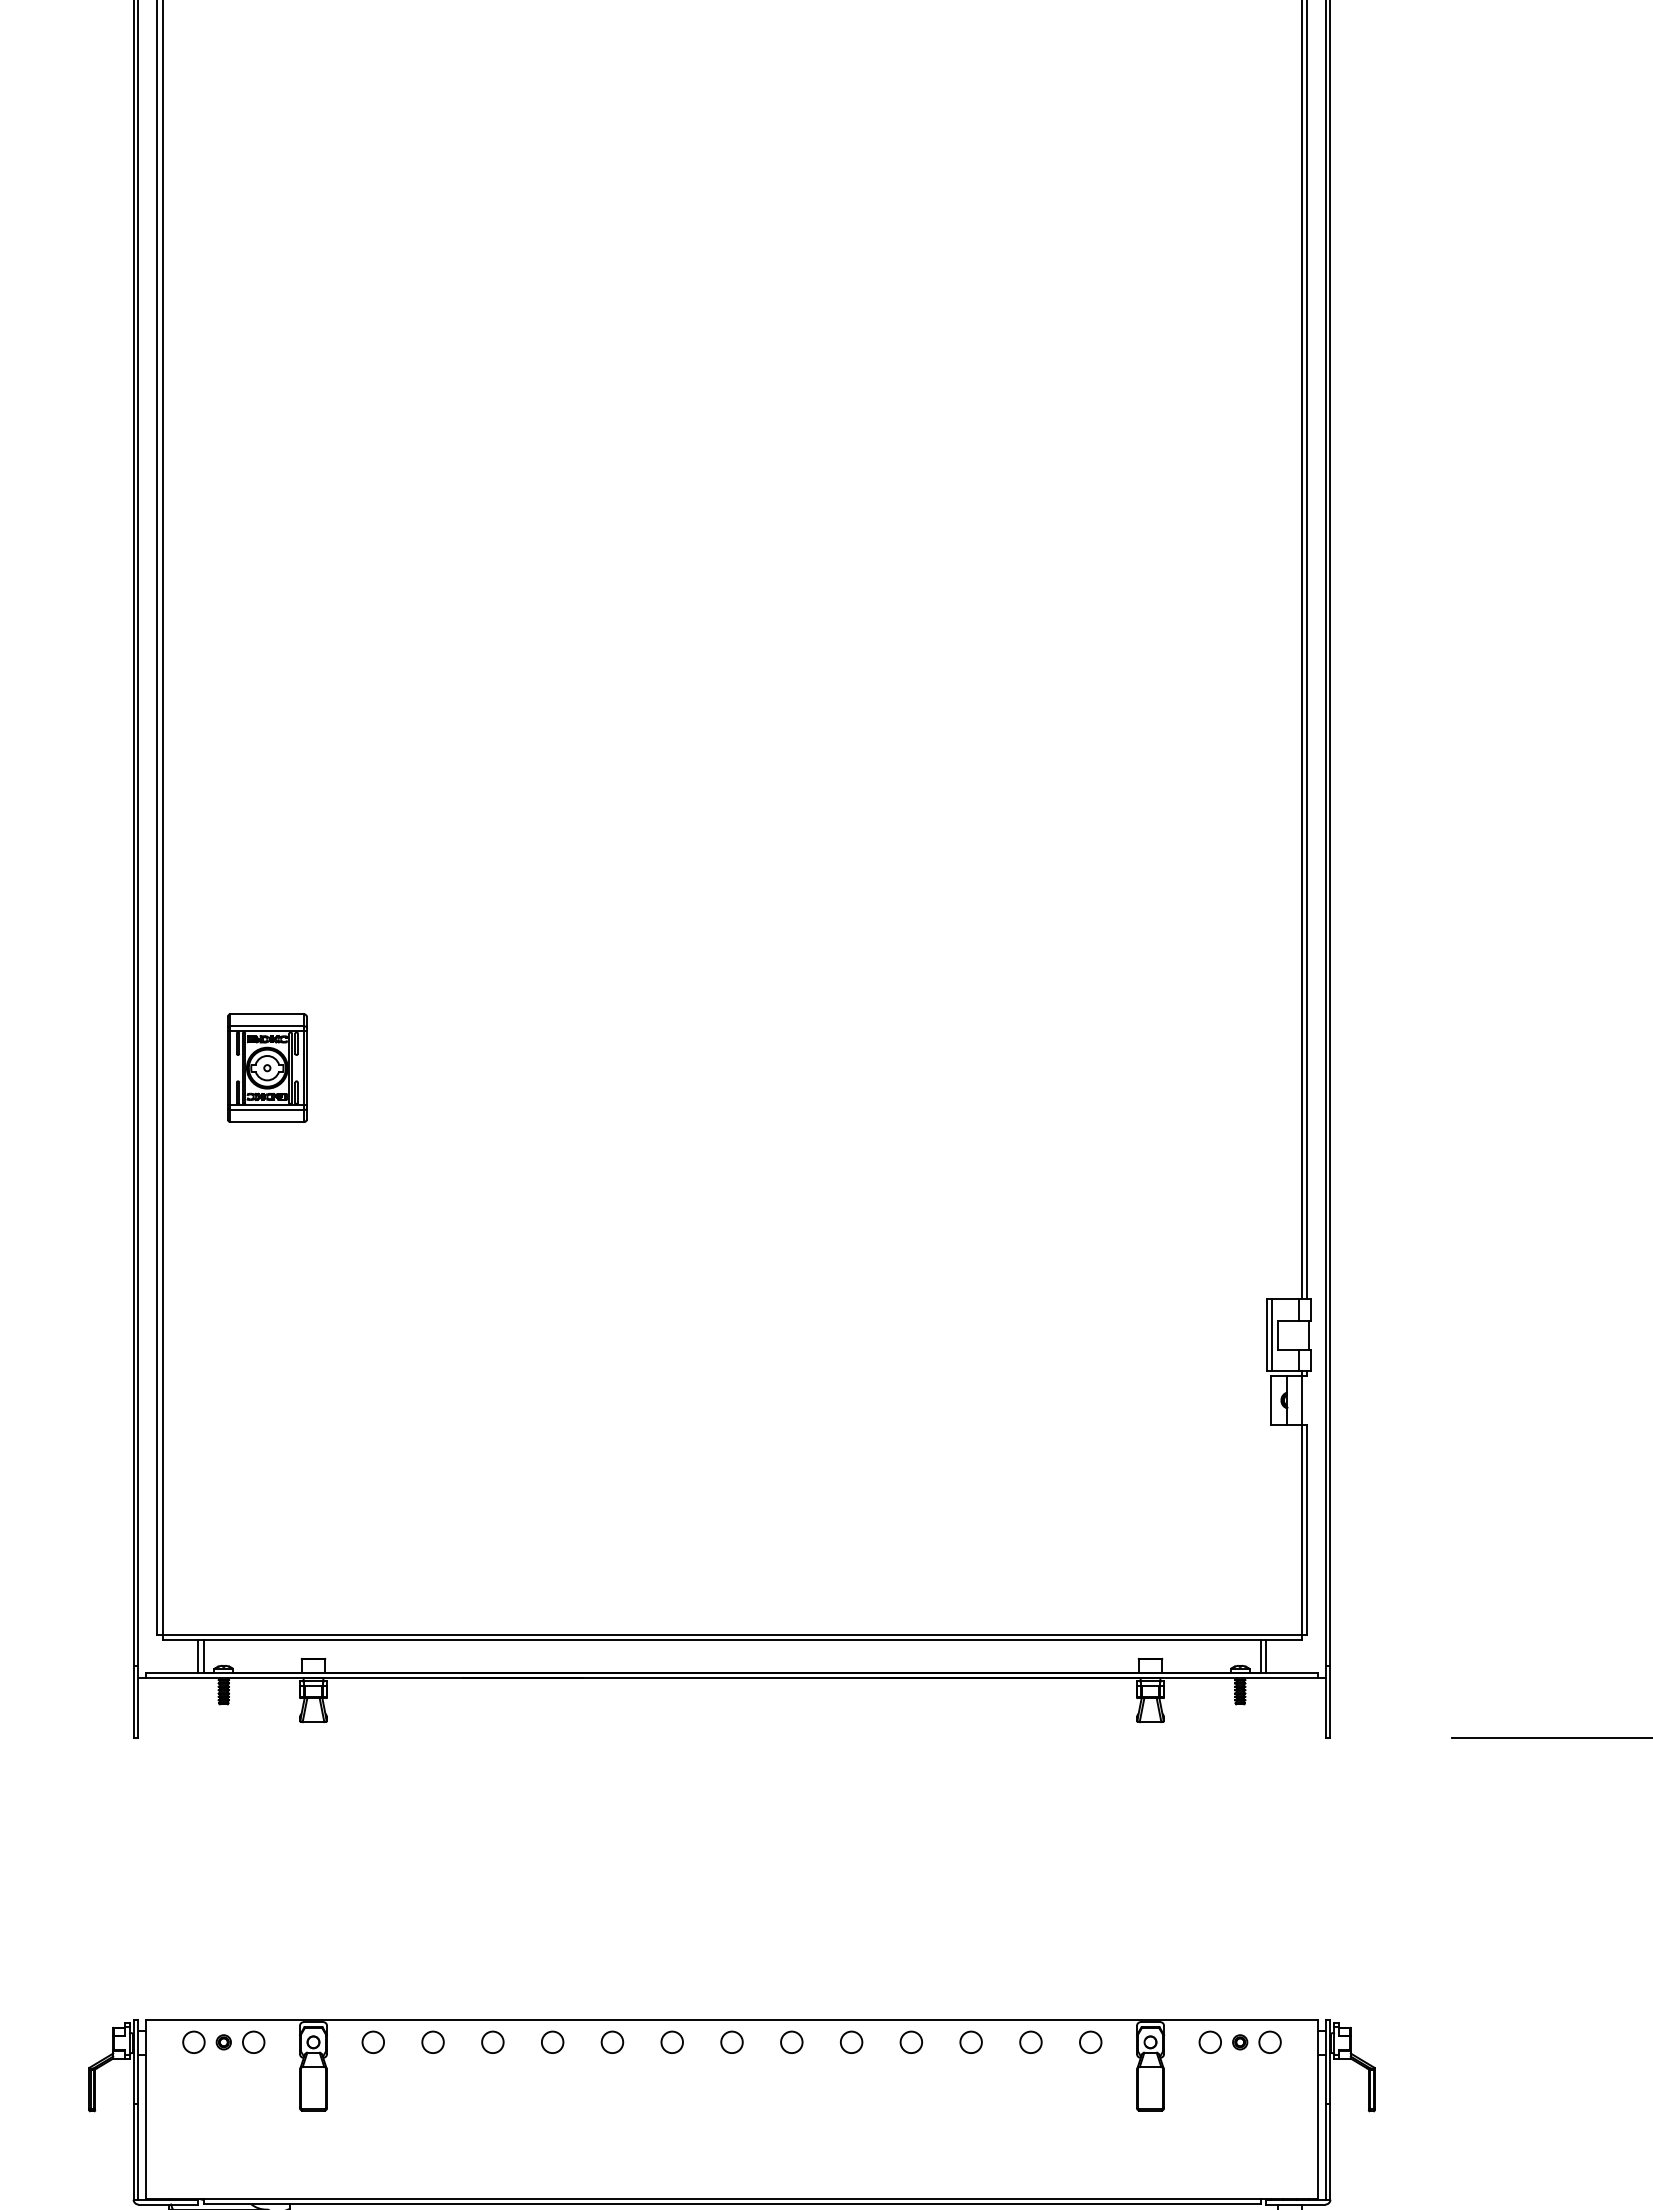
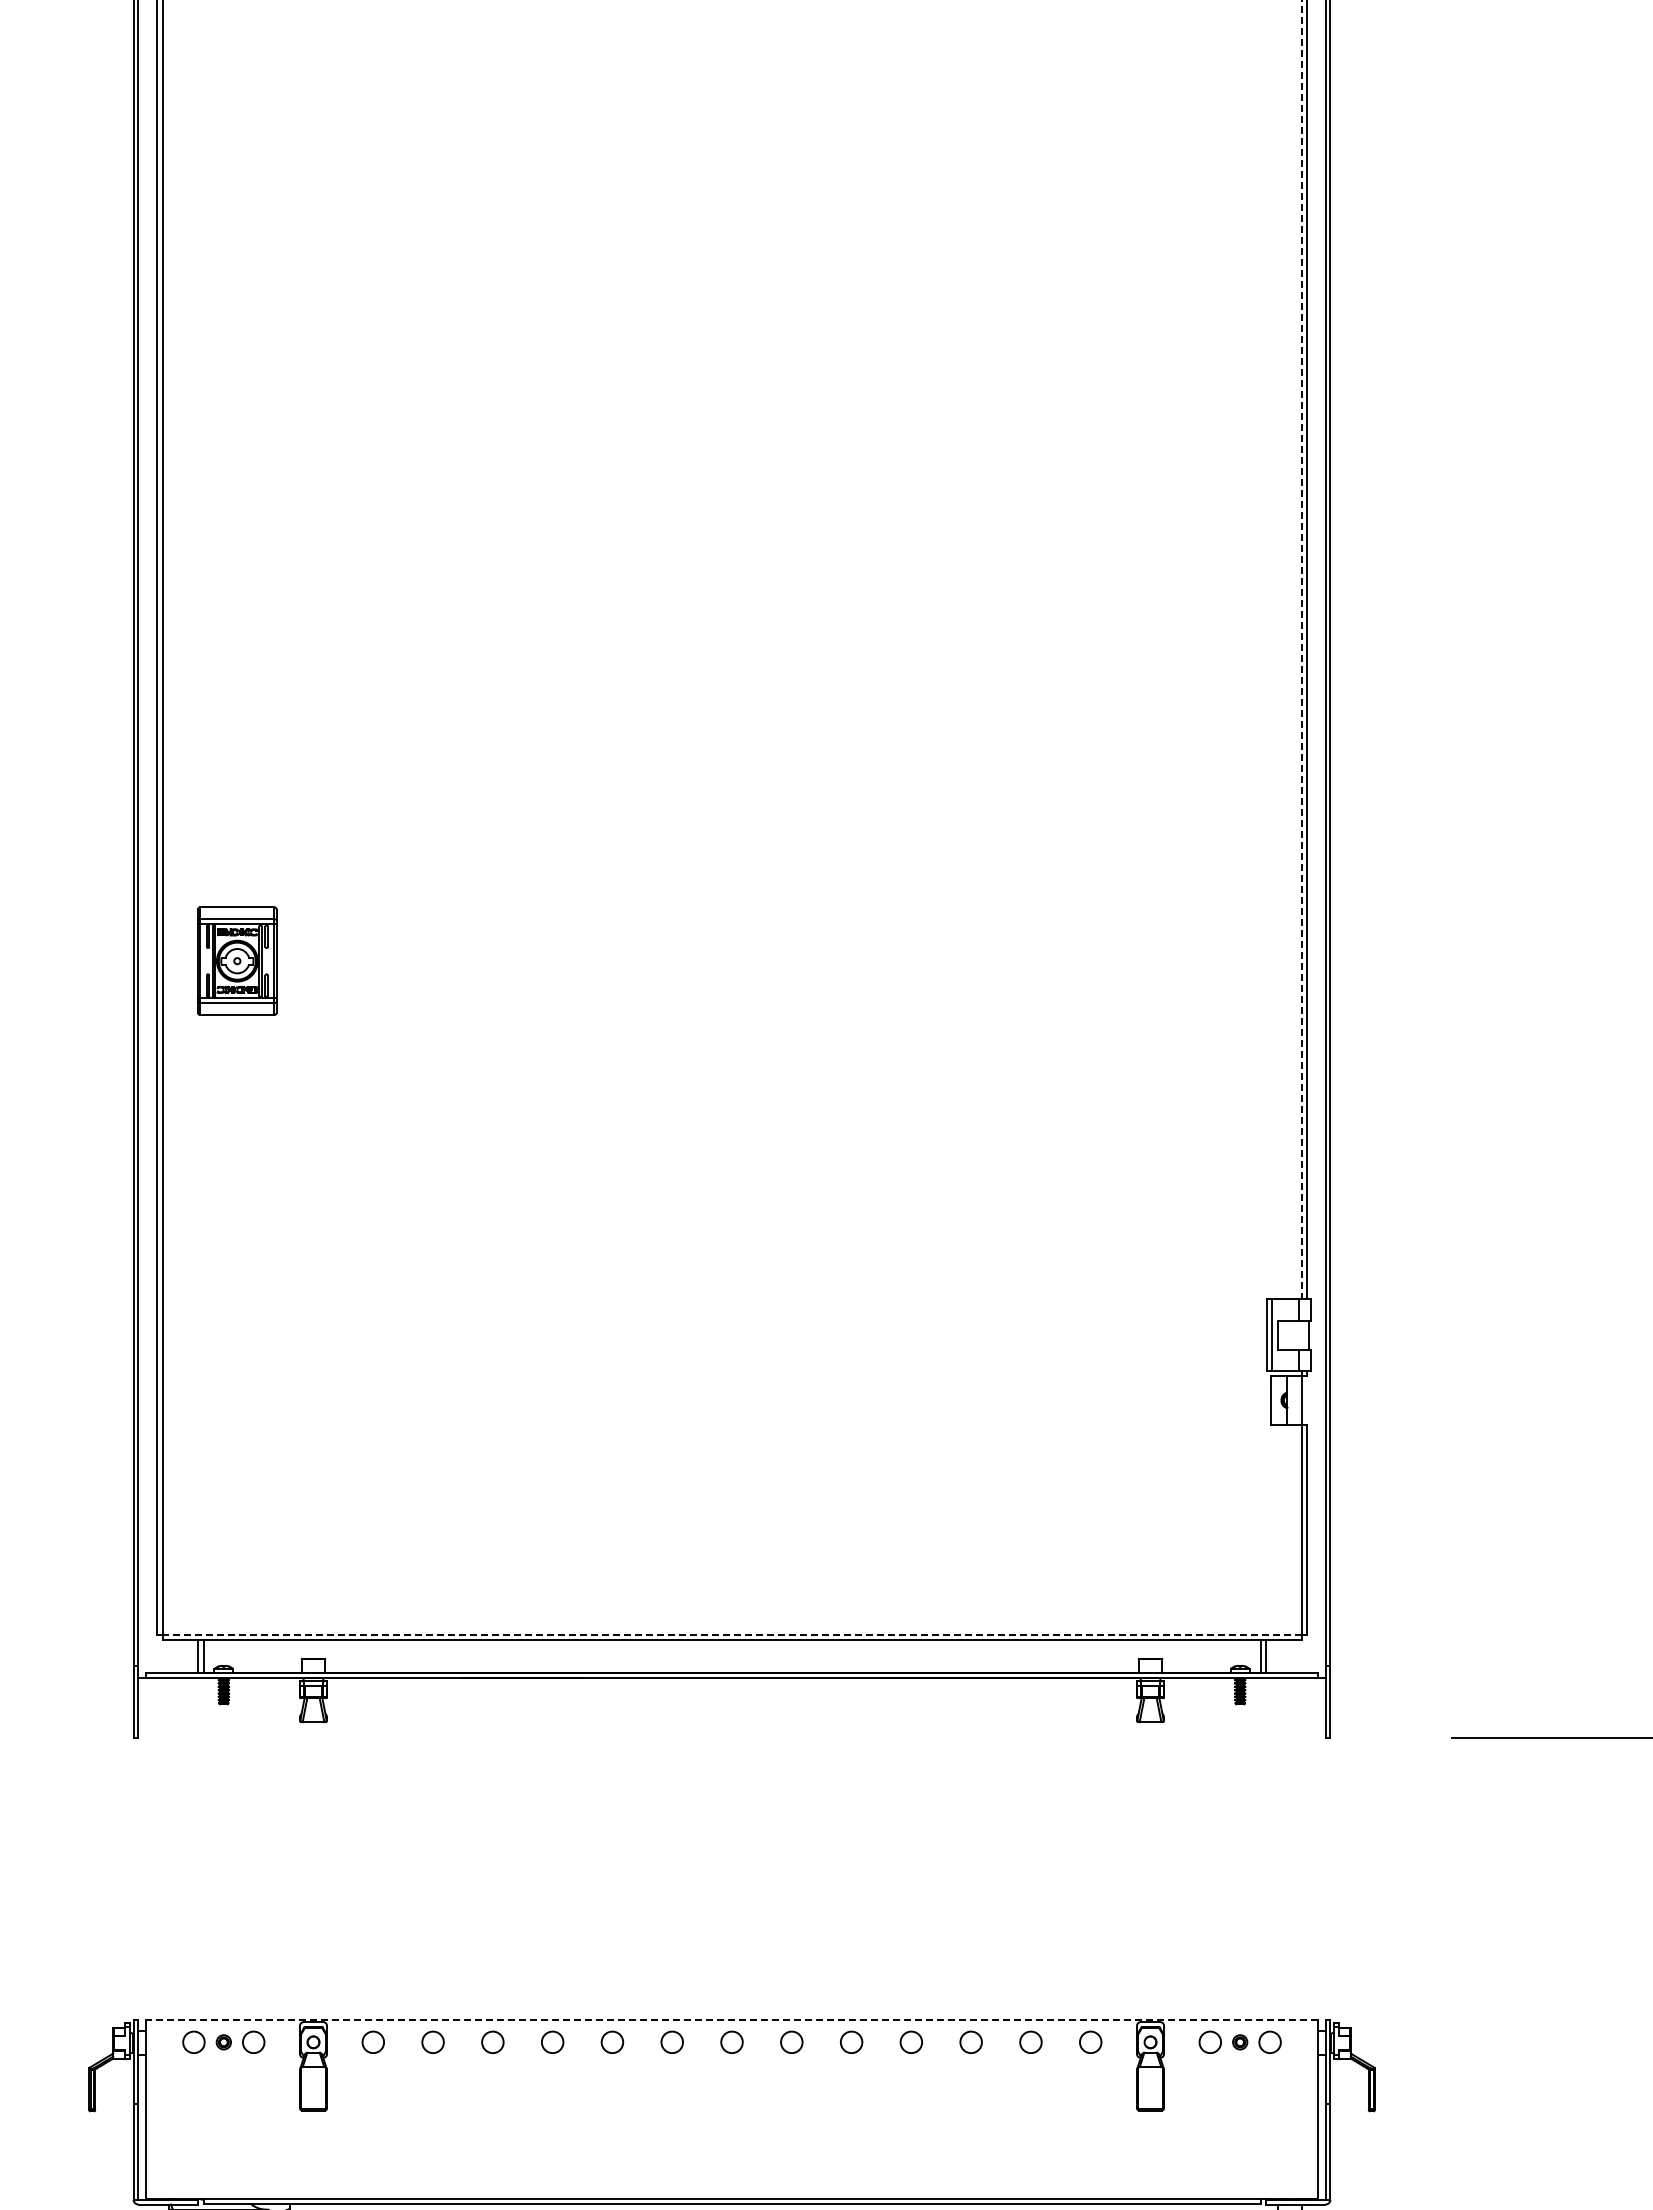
line at (1301, 650): solid -> dashed
part at (267, 1067) position: (267, 1067) -> (237, 960)
line at (732, 1635): solid -> dashed
line at (732, 2019): solid -> dashed
